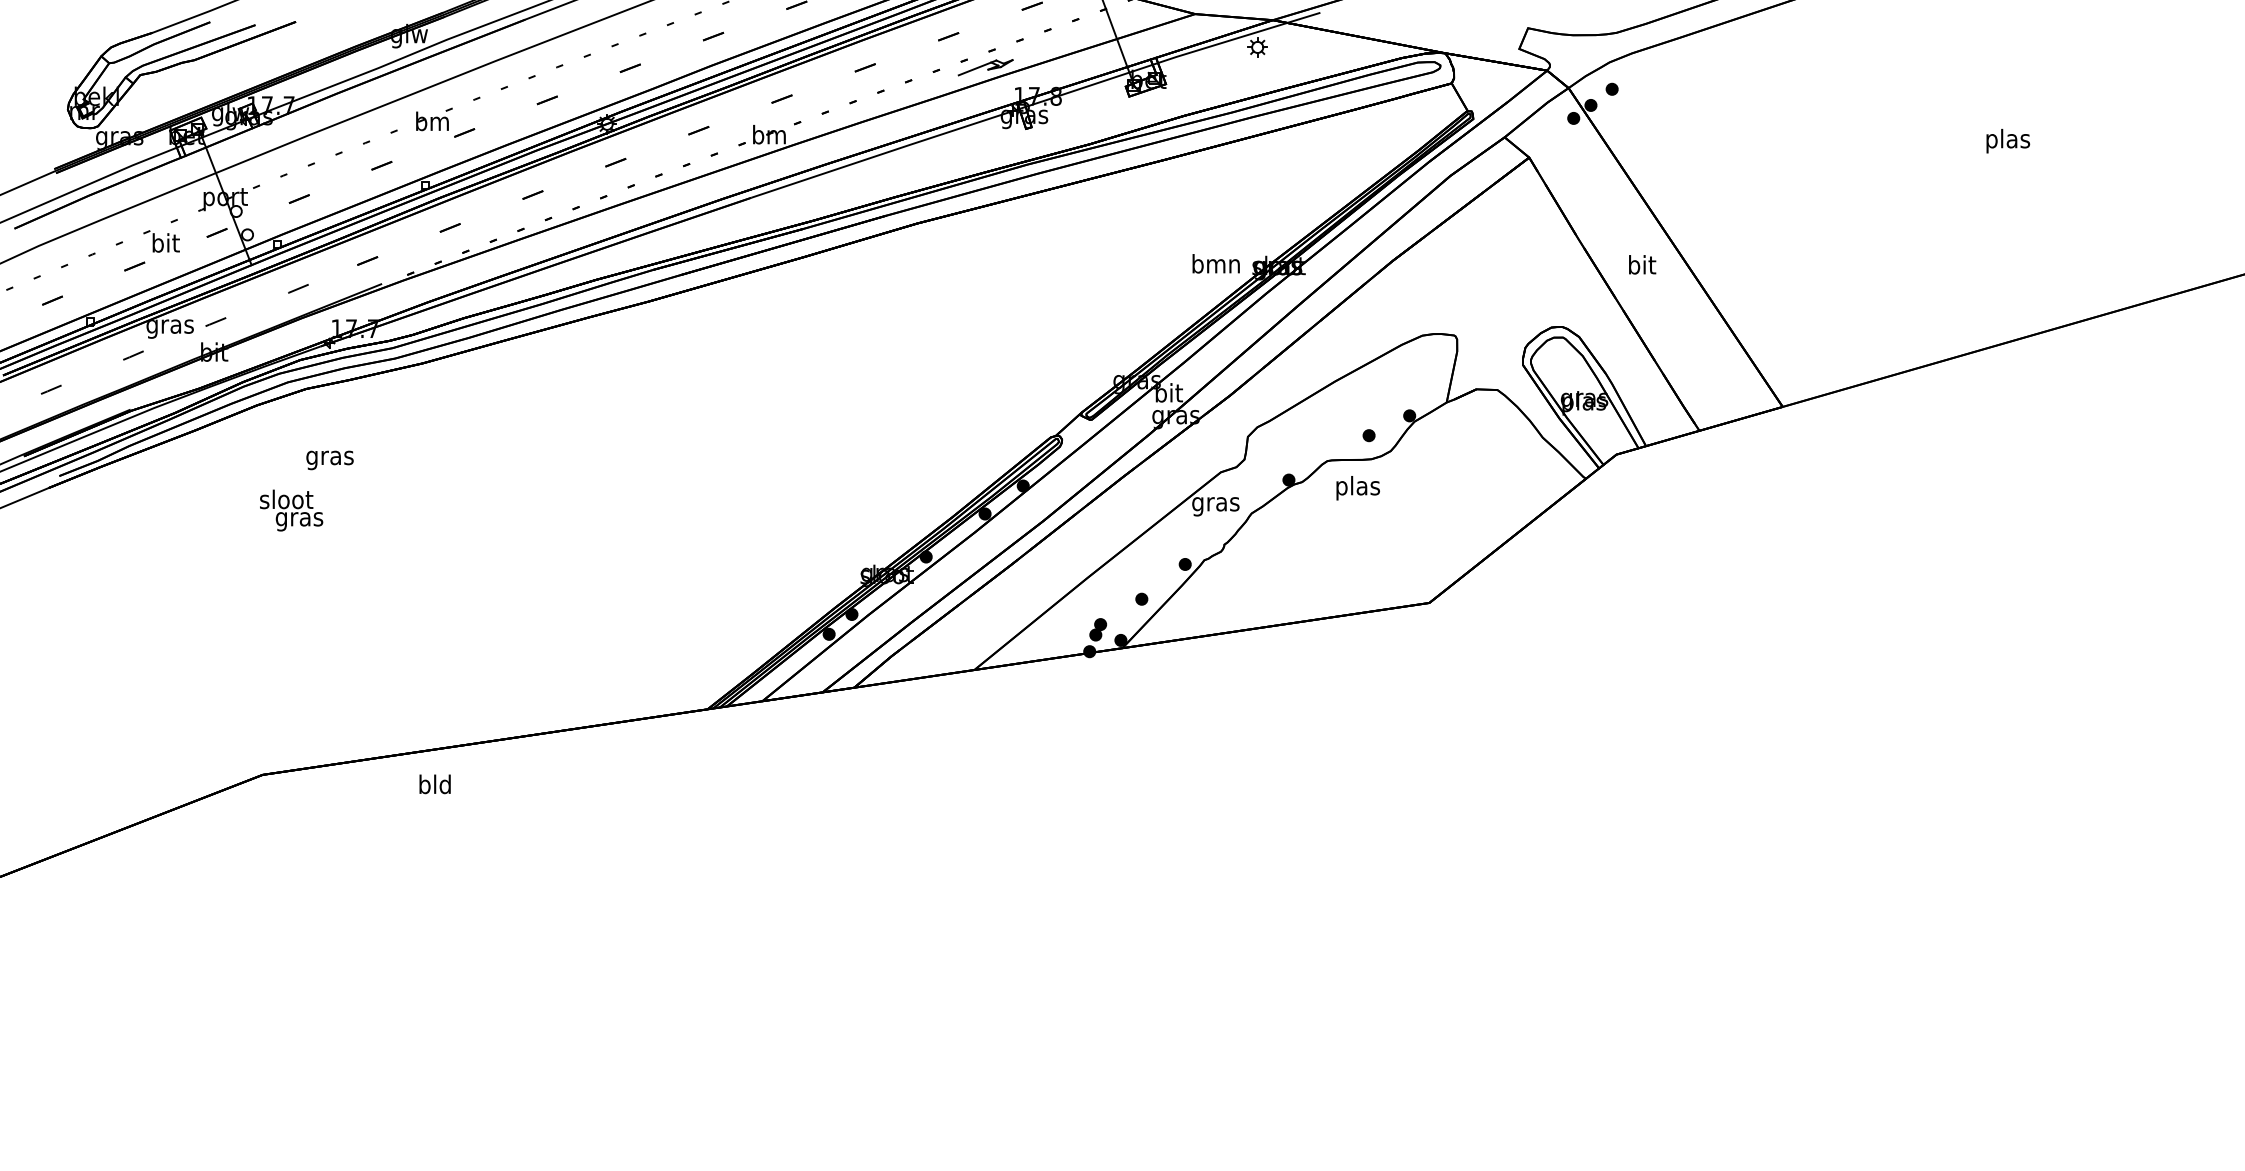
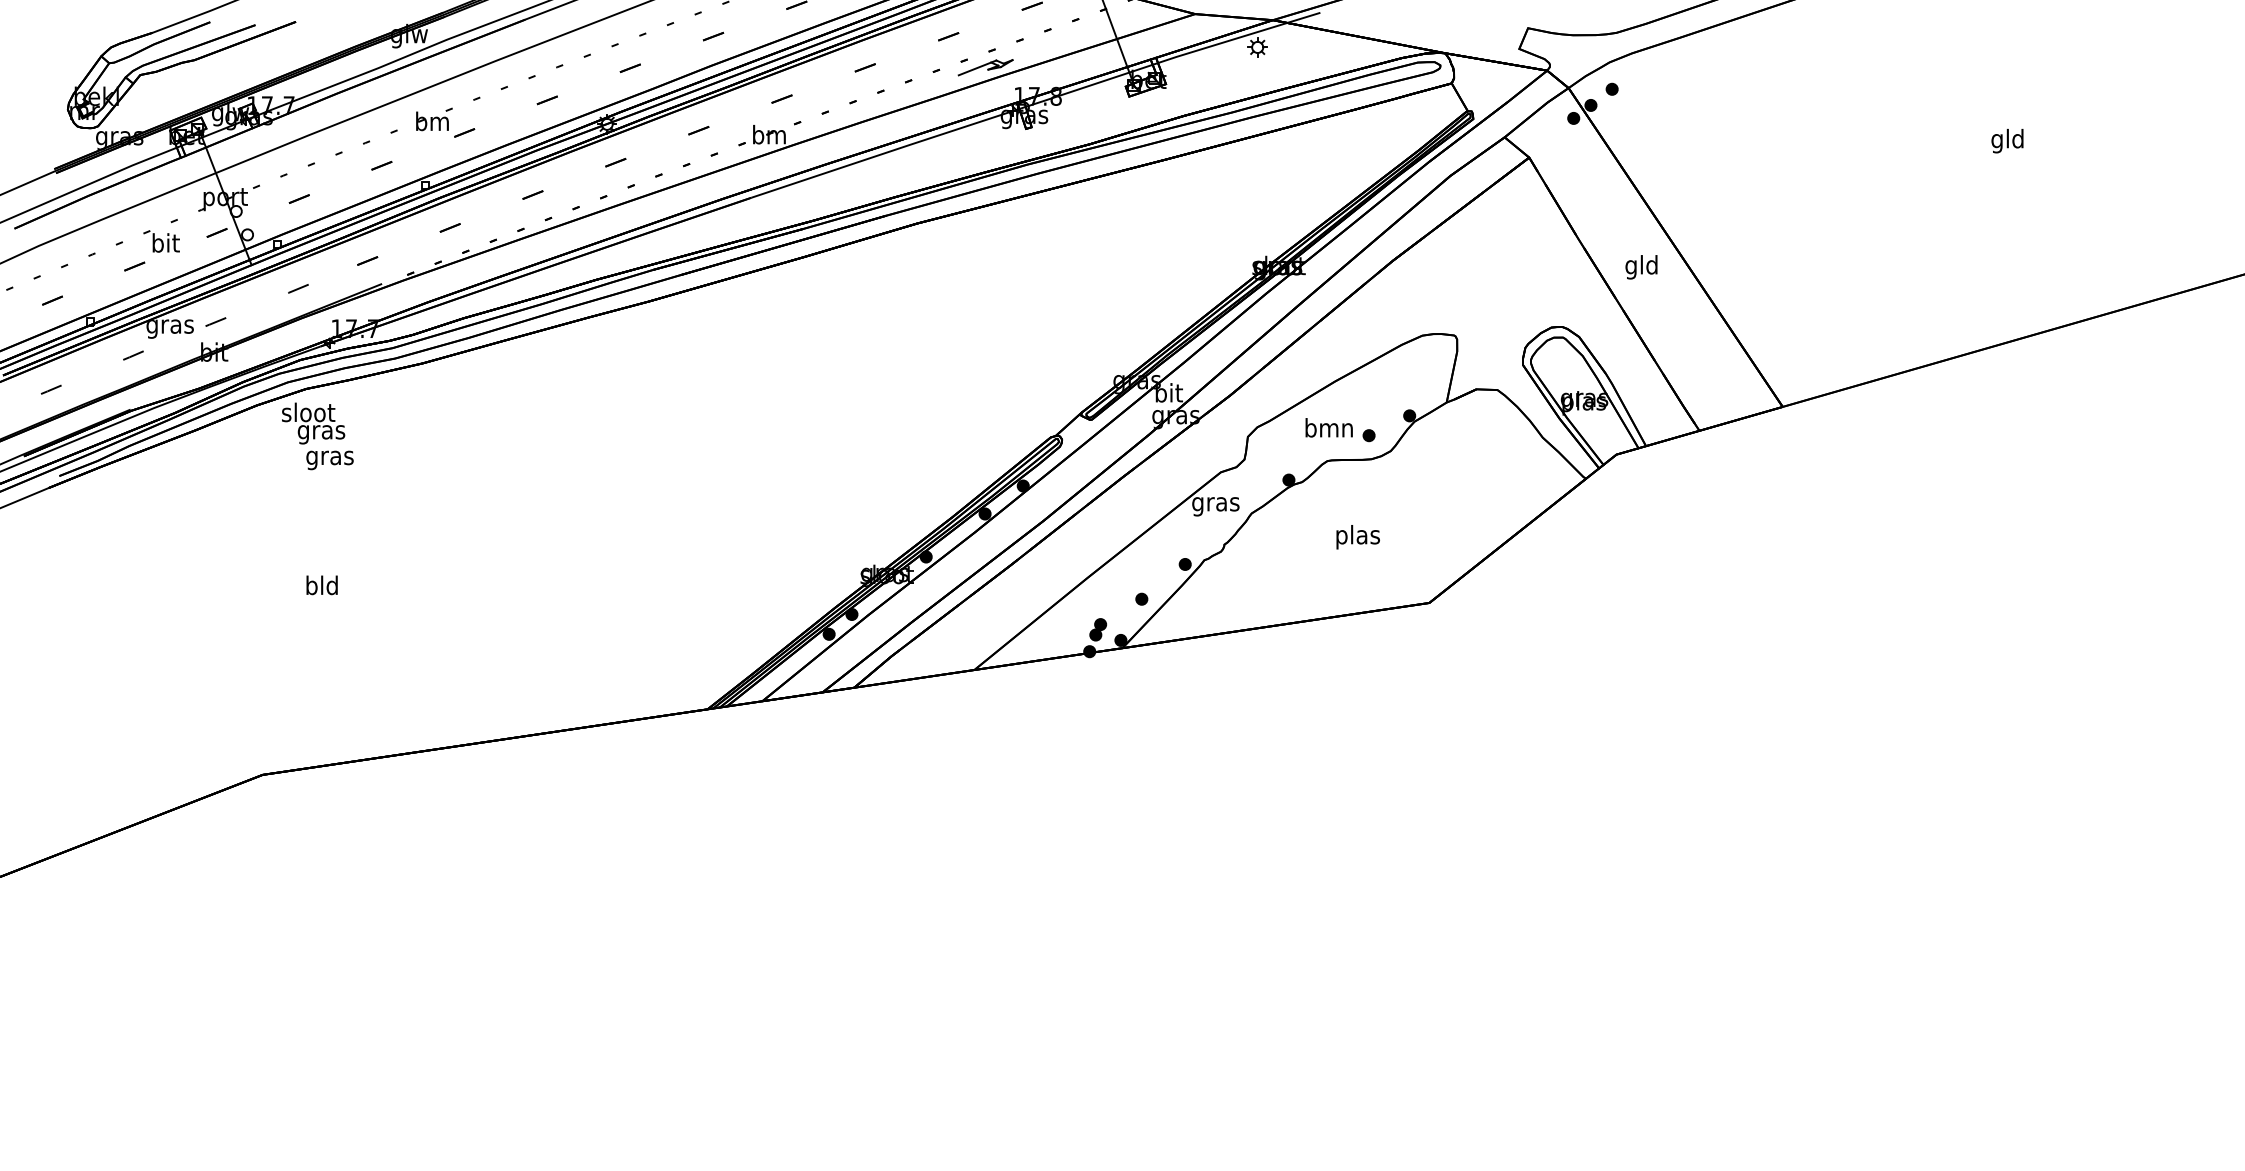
text at (2008, 140): plas -> gld
text at (1215, 263) position: (1215, 263) -> (1328, 427)
text at (1641, 267): bit -> gld
text at (1357, 488) position: (1357, 488) -> (1357, 537)
text at (291, 510) position: (291, 510) -> (313, 423)
text at (434, 784) position: (434, 784) -> (321, 585)
